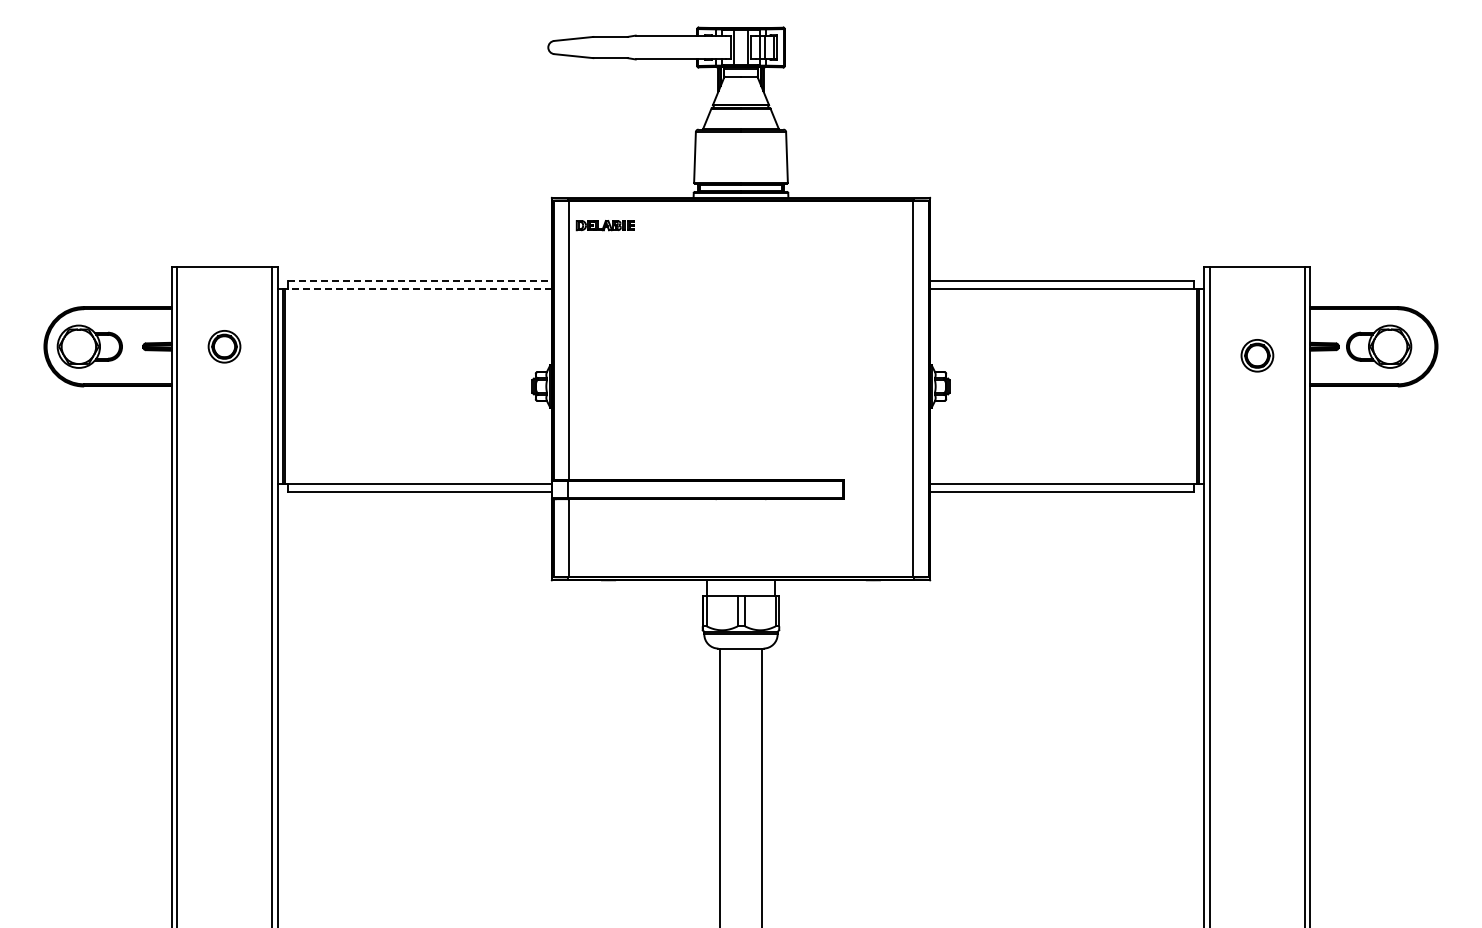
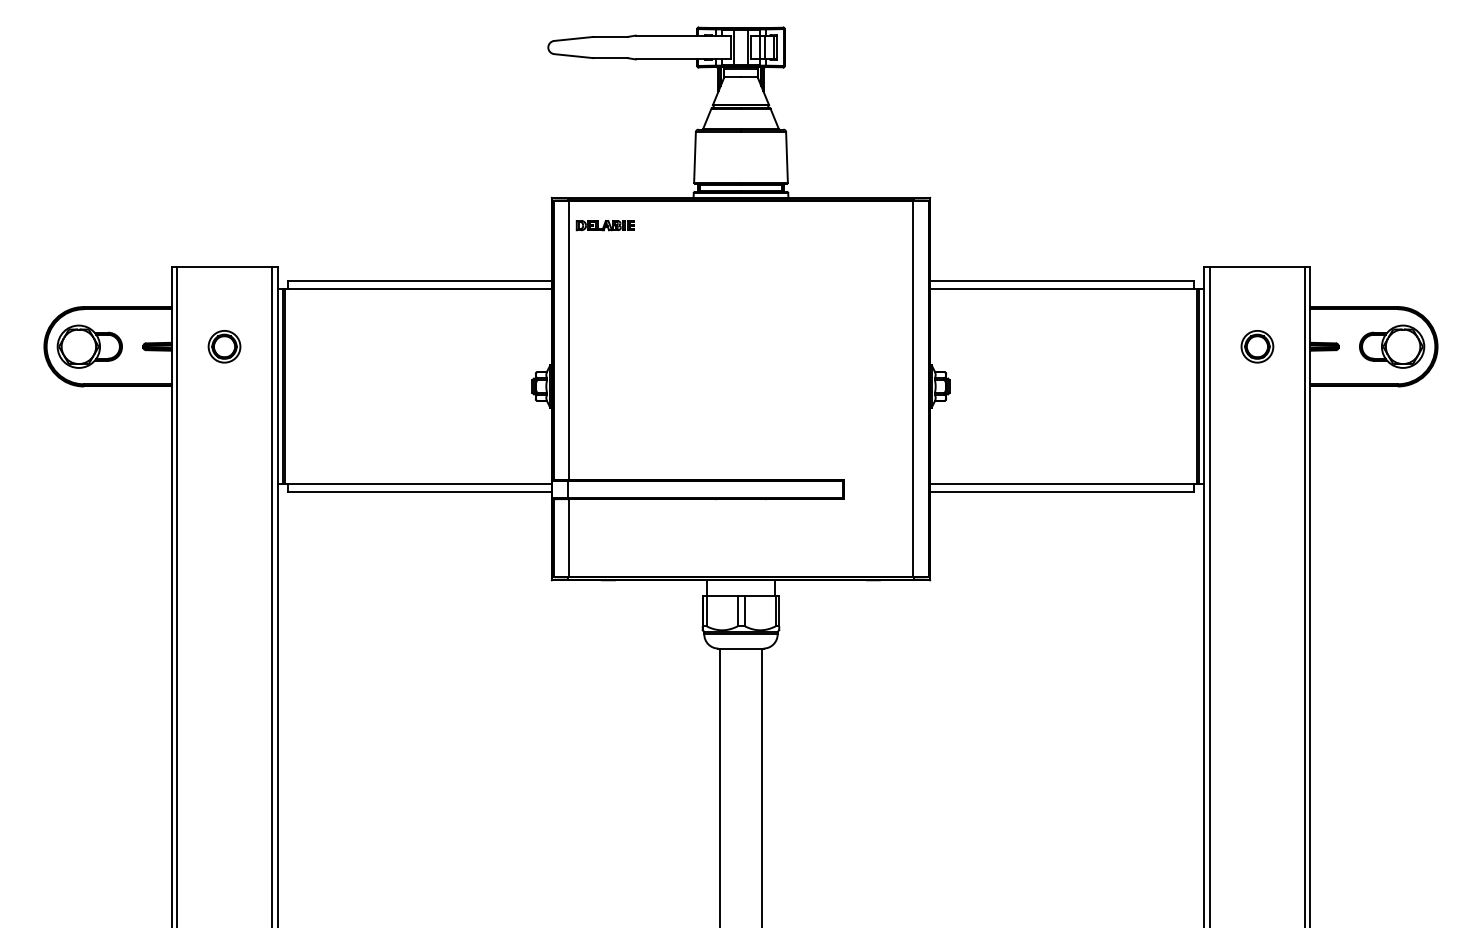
line at (420, 280): dashed -> solid
line at (420, 288): dashed -> solid
part at (1379, 346) position: (1379, 346) -> (1392, 346)
part at (1257, 355) position: (1257, 355) -> (1257, 346)
